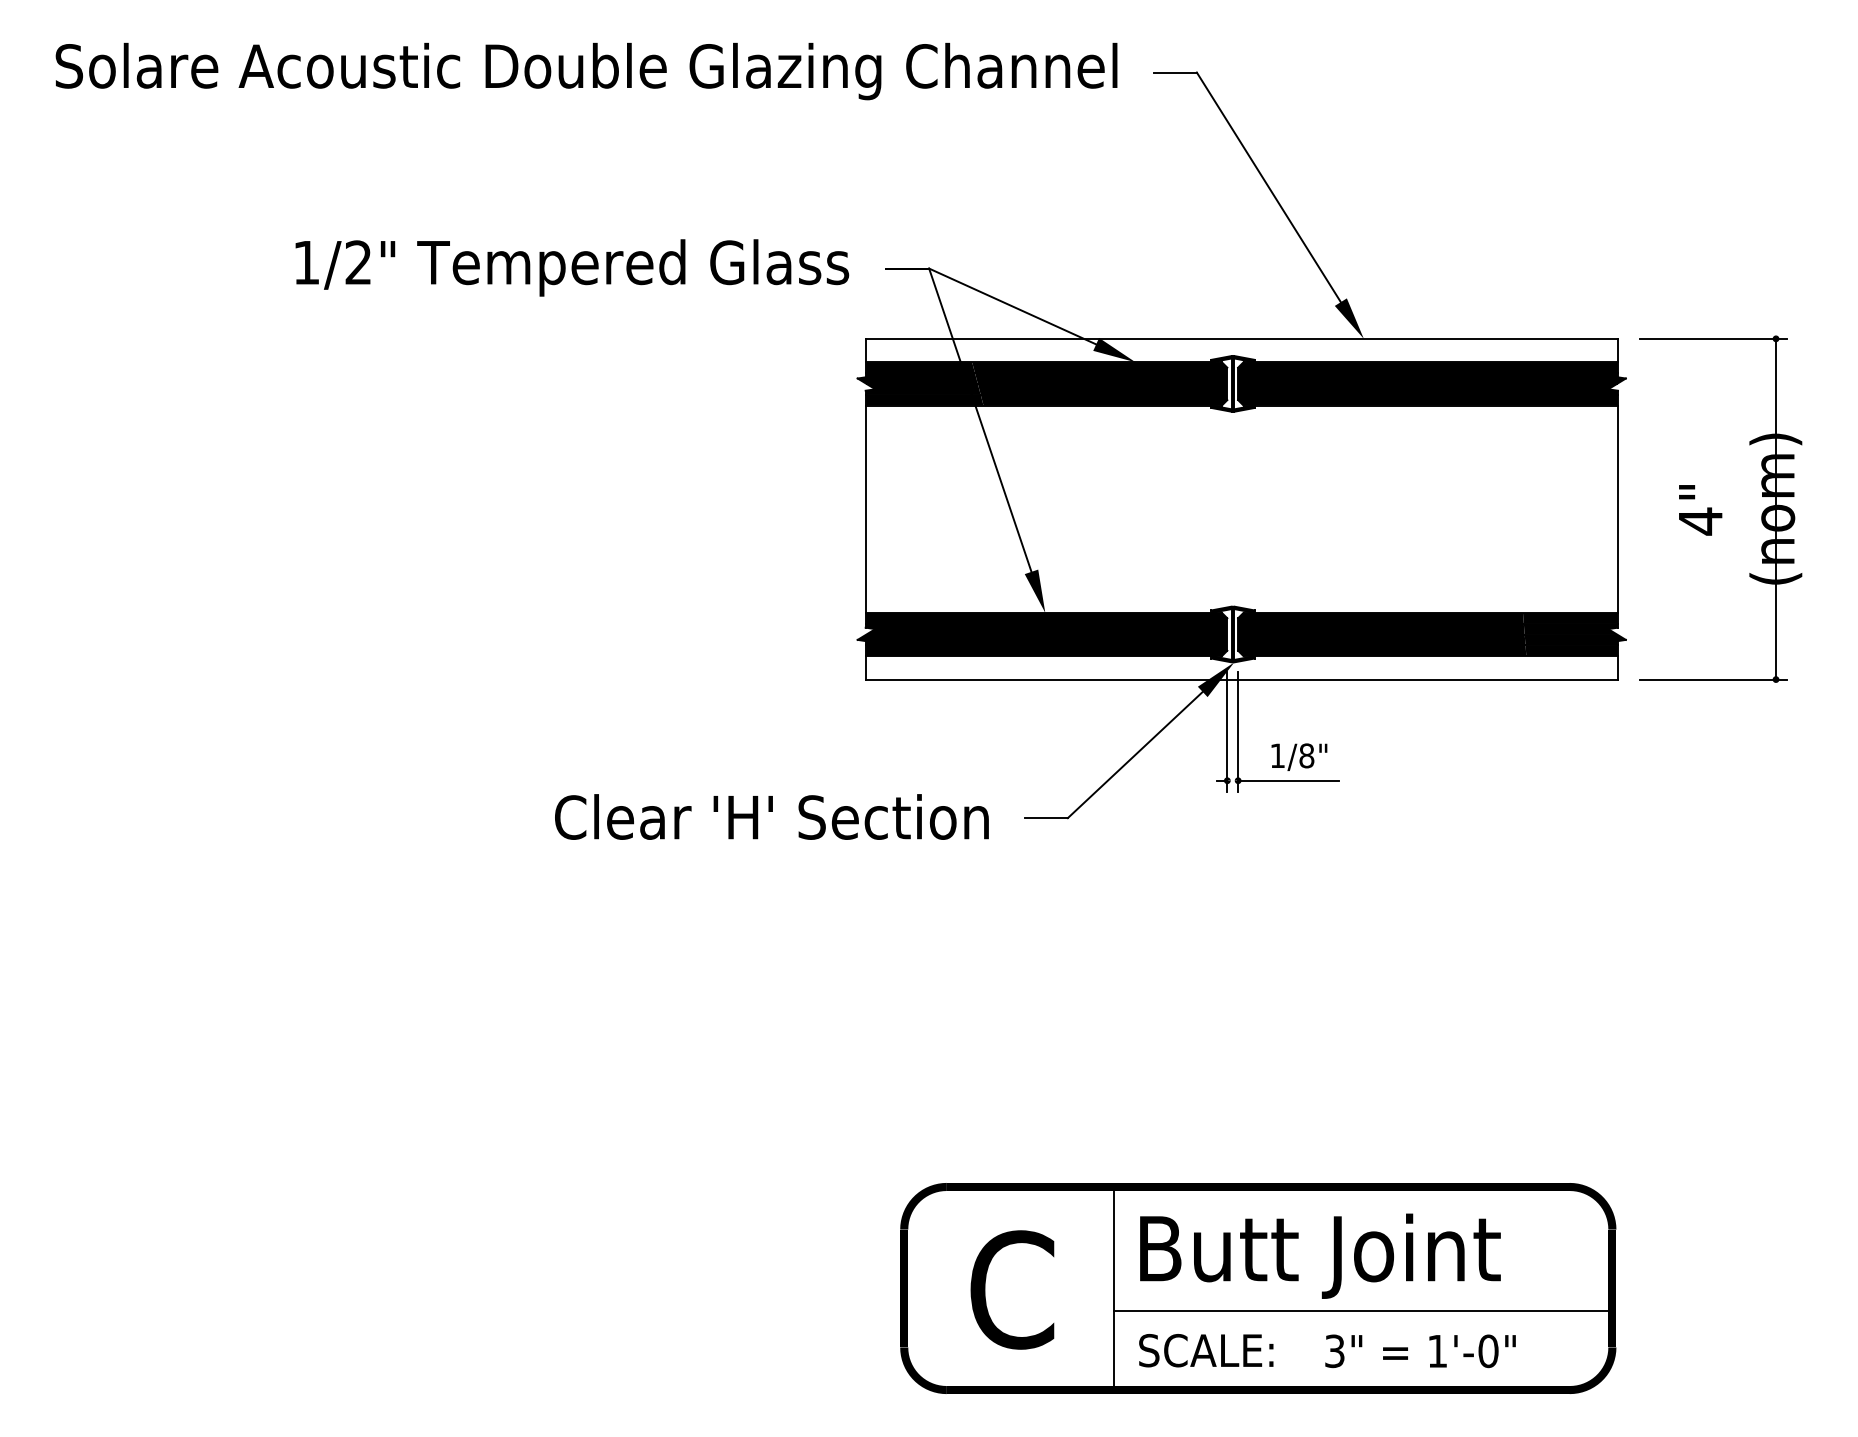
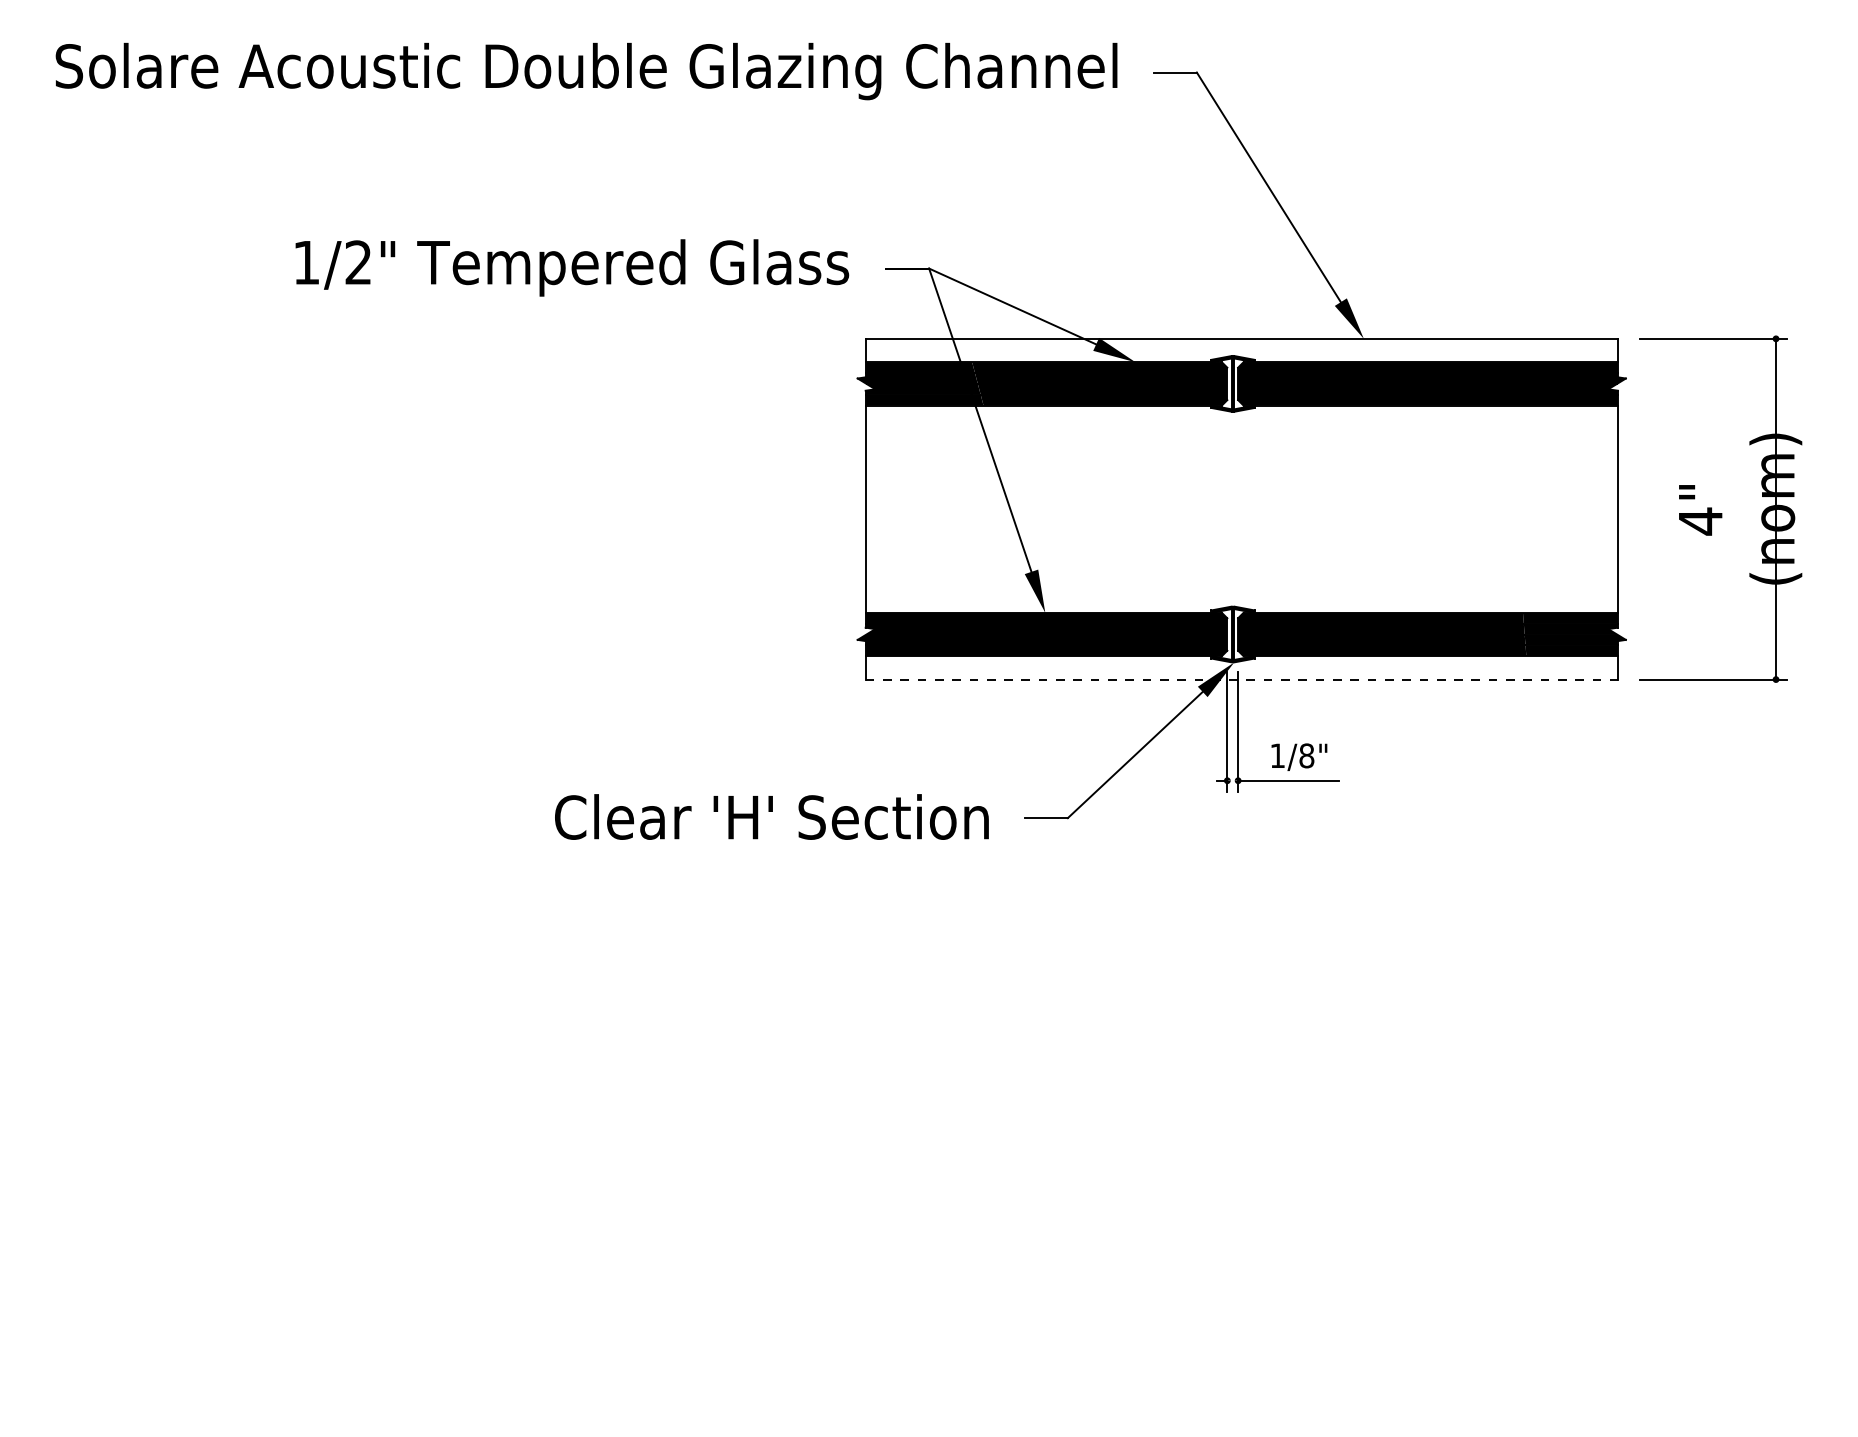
line at (1242, 679): solid -> dashed
part at (1258, 1288): present -> none
